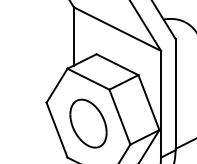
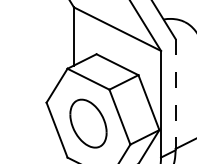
line at (175, 94): solid -> dashed
